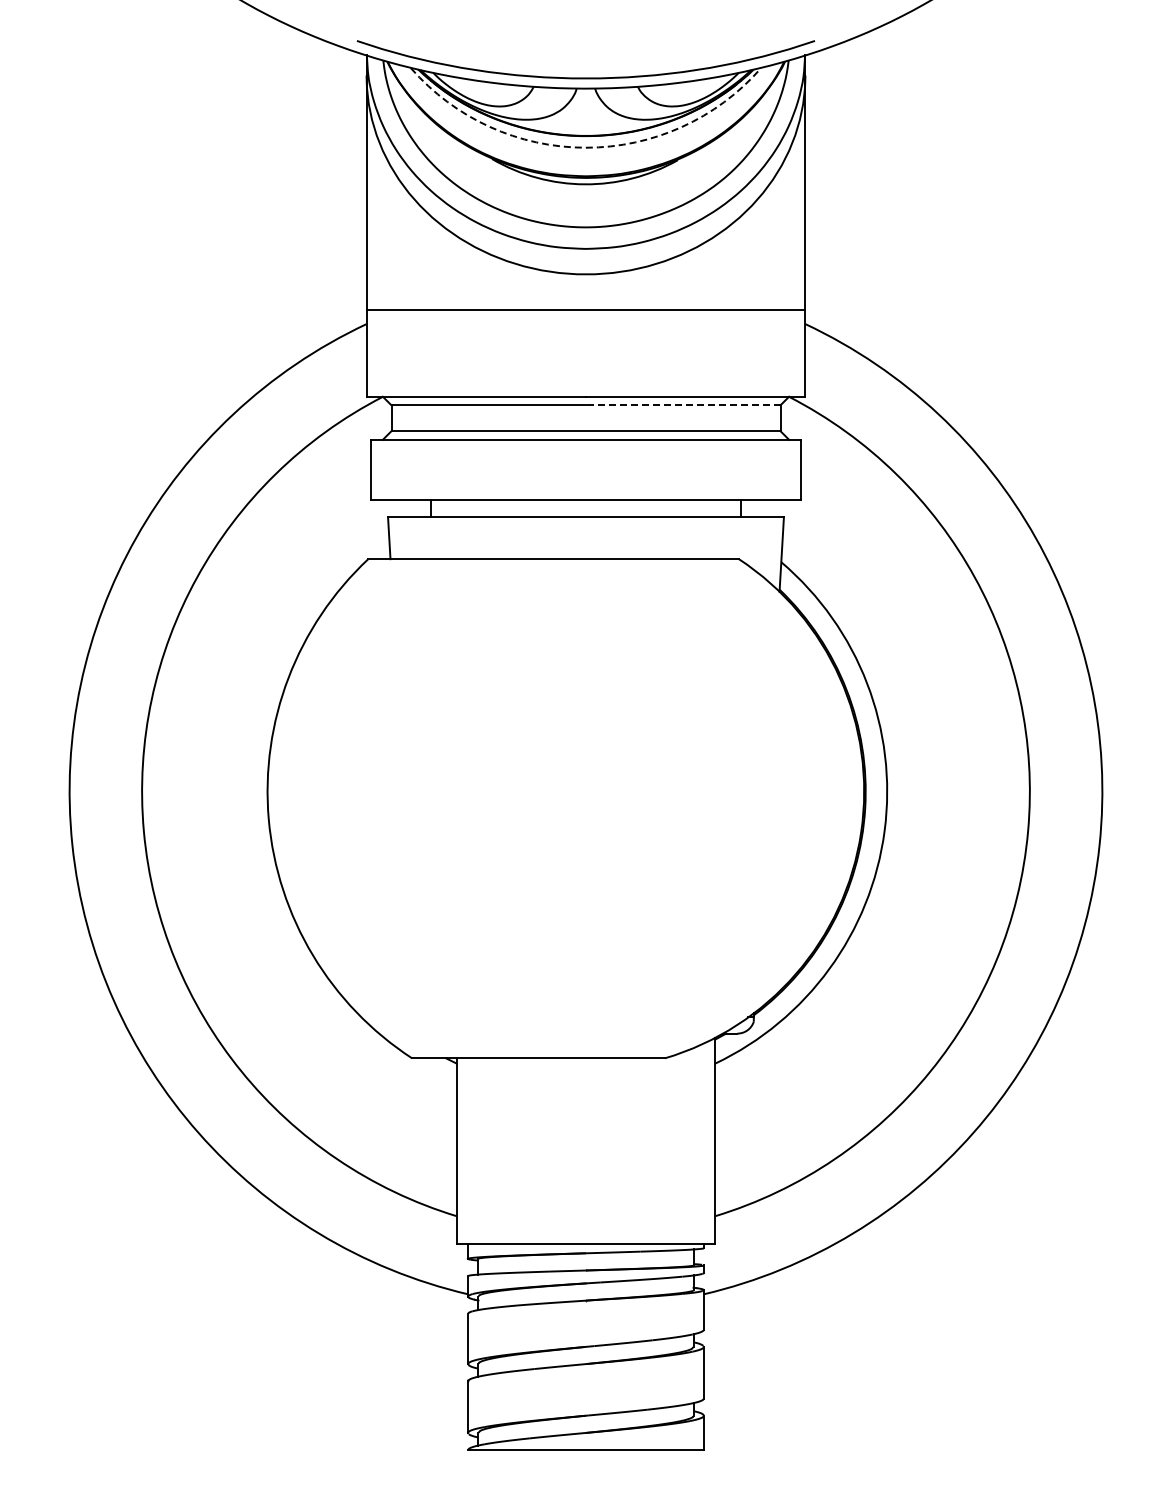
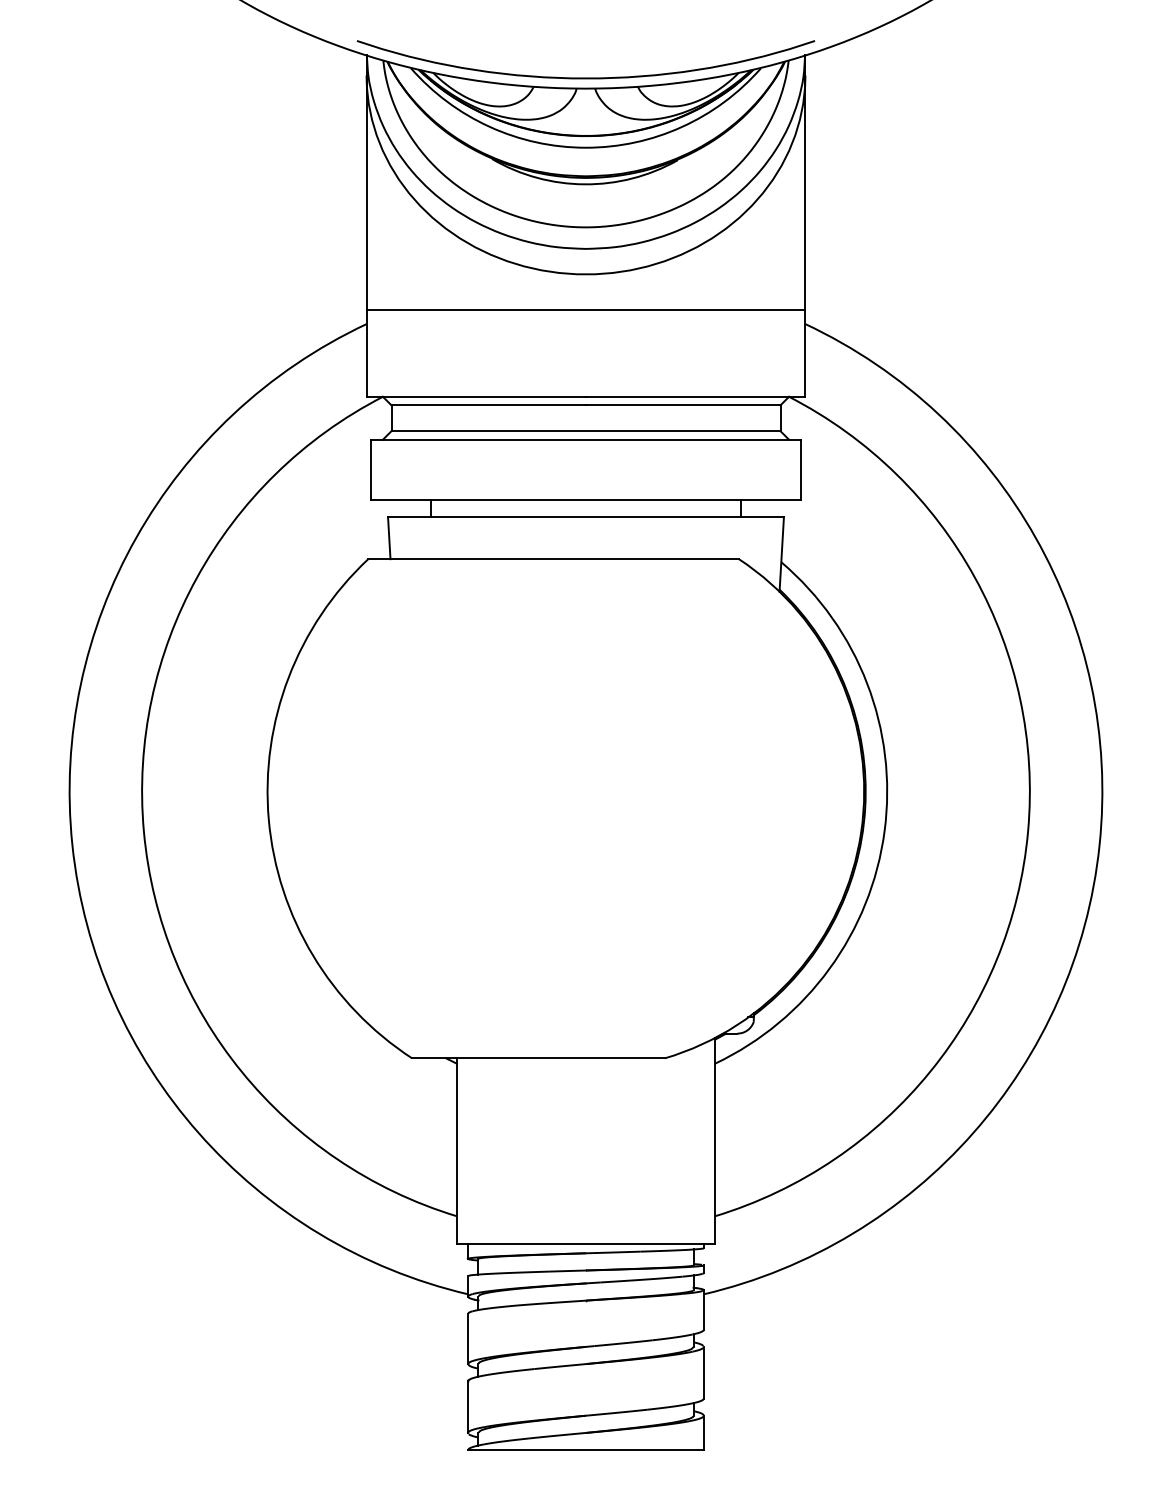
arc at (585, 147): dashed -> solid
line at (682, 405): dashed -> solid
